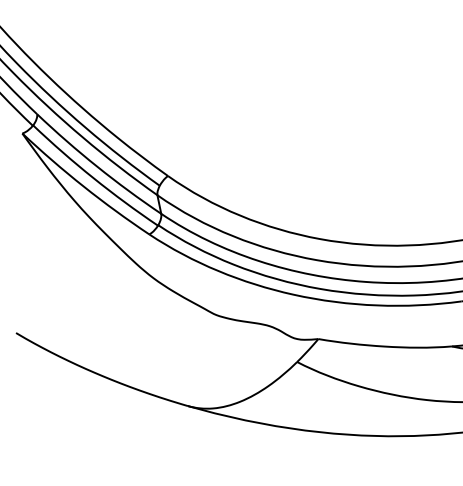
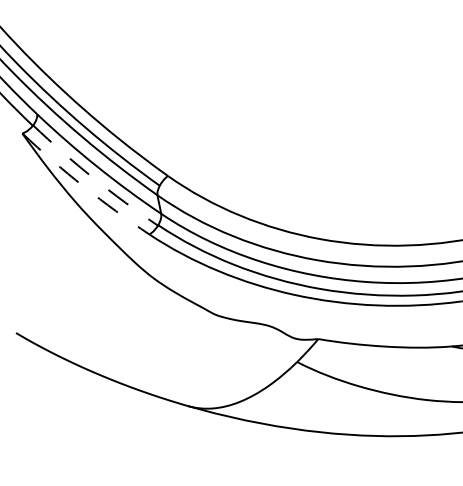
arc at (93, 178): solid -> dashed
arc at (83, 186): solid -> dashed
